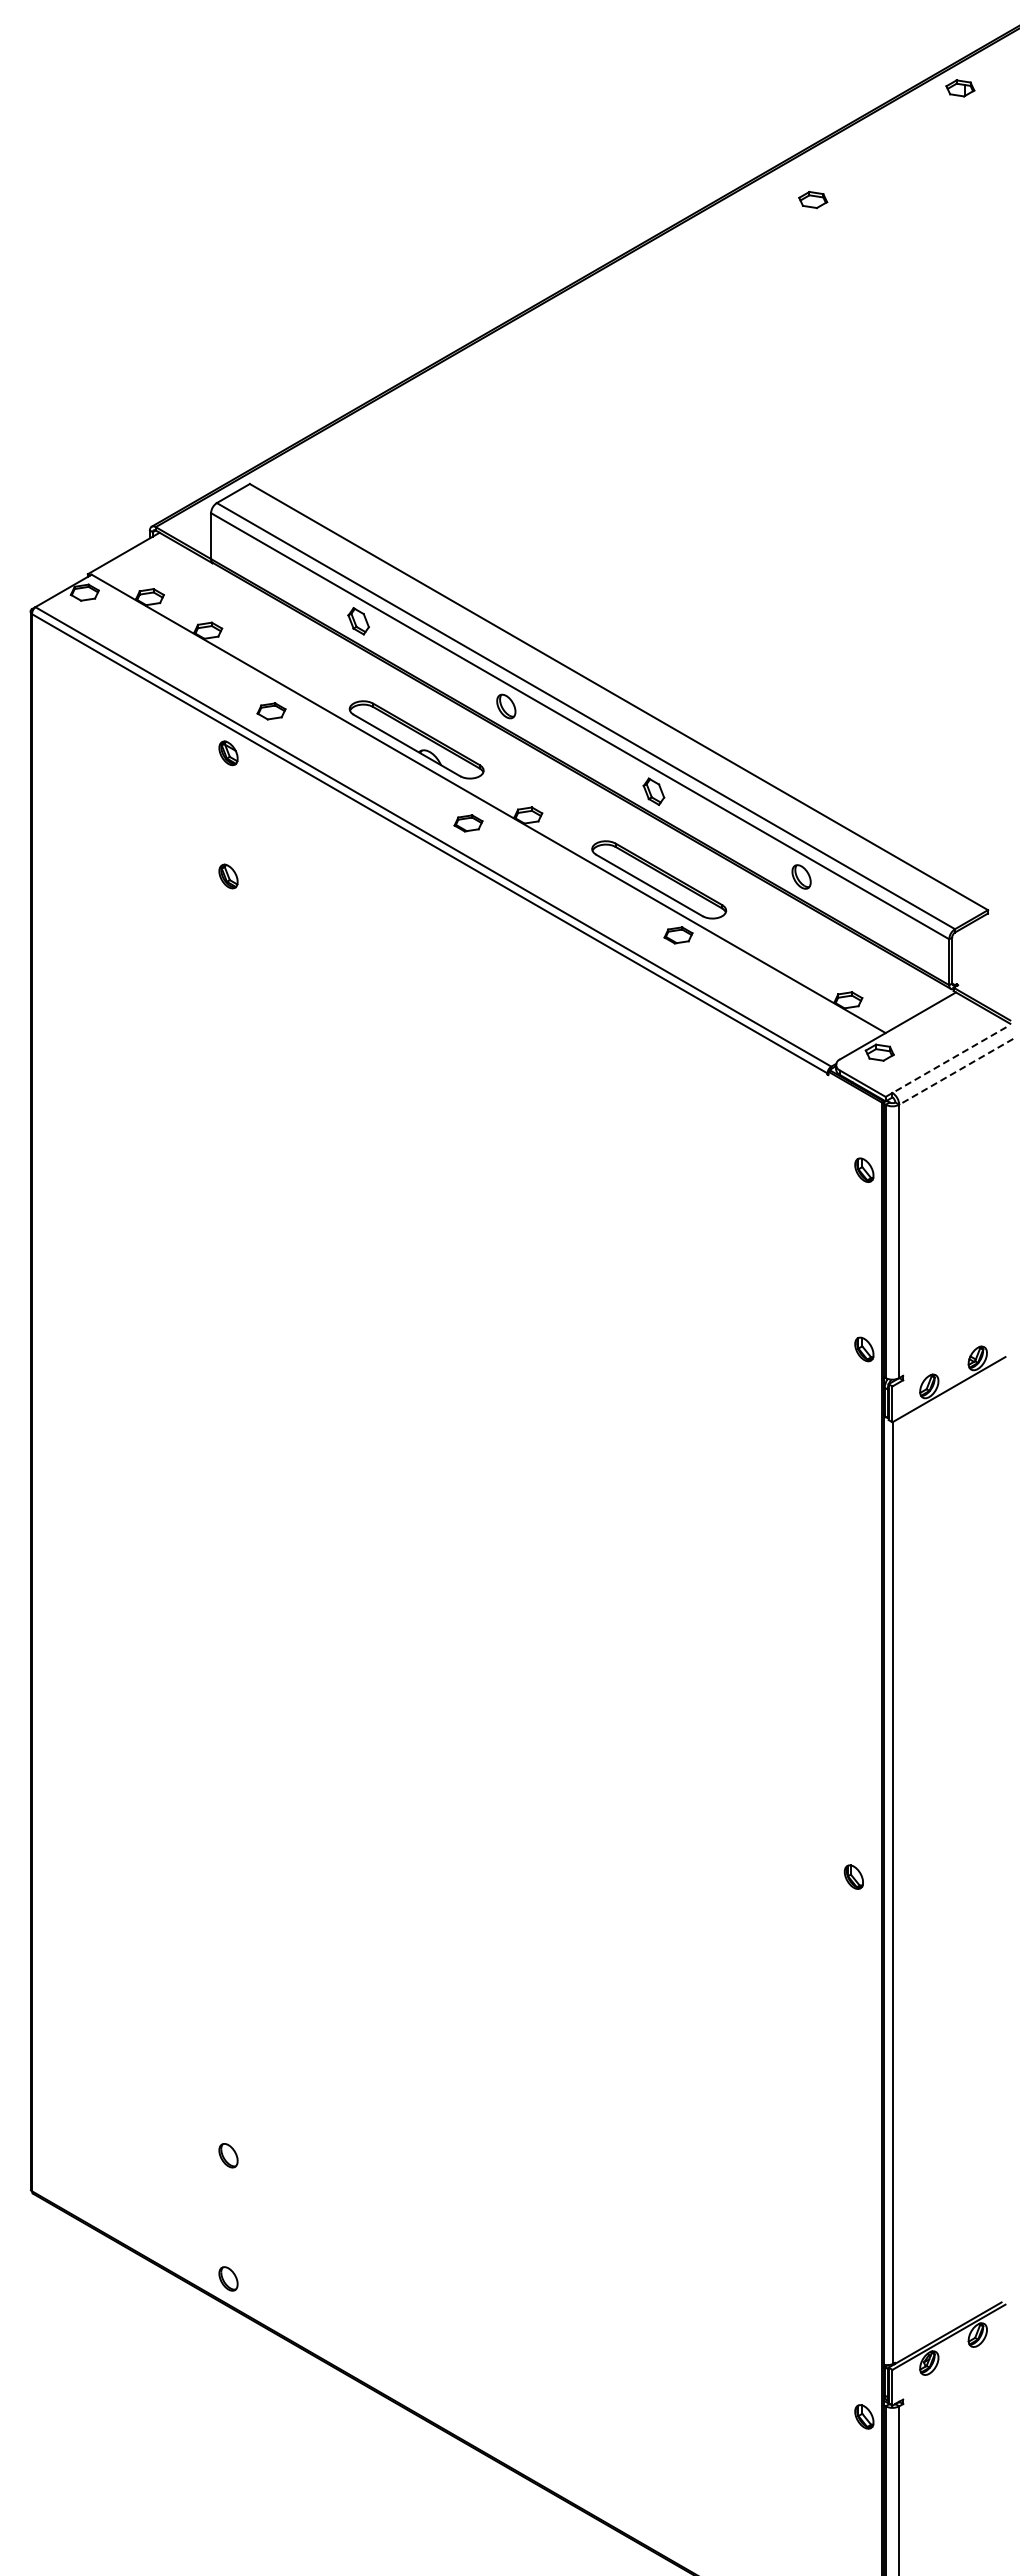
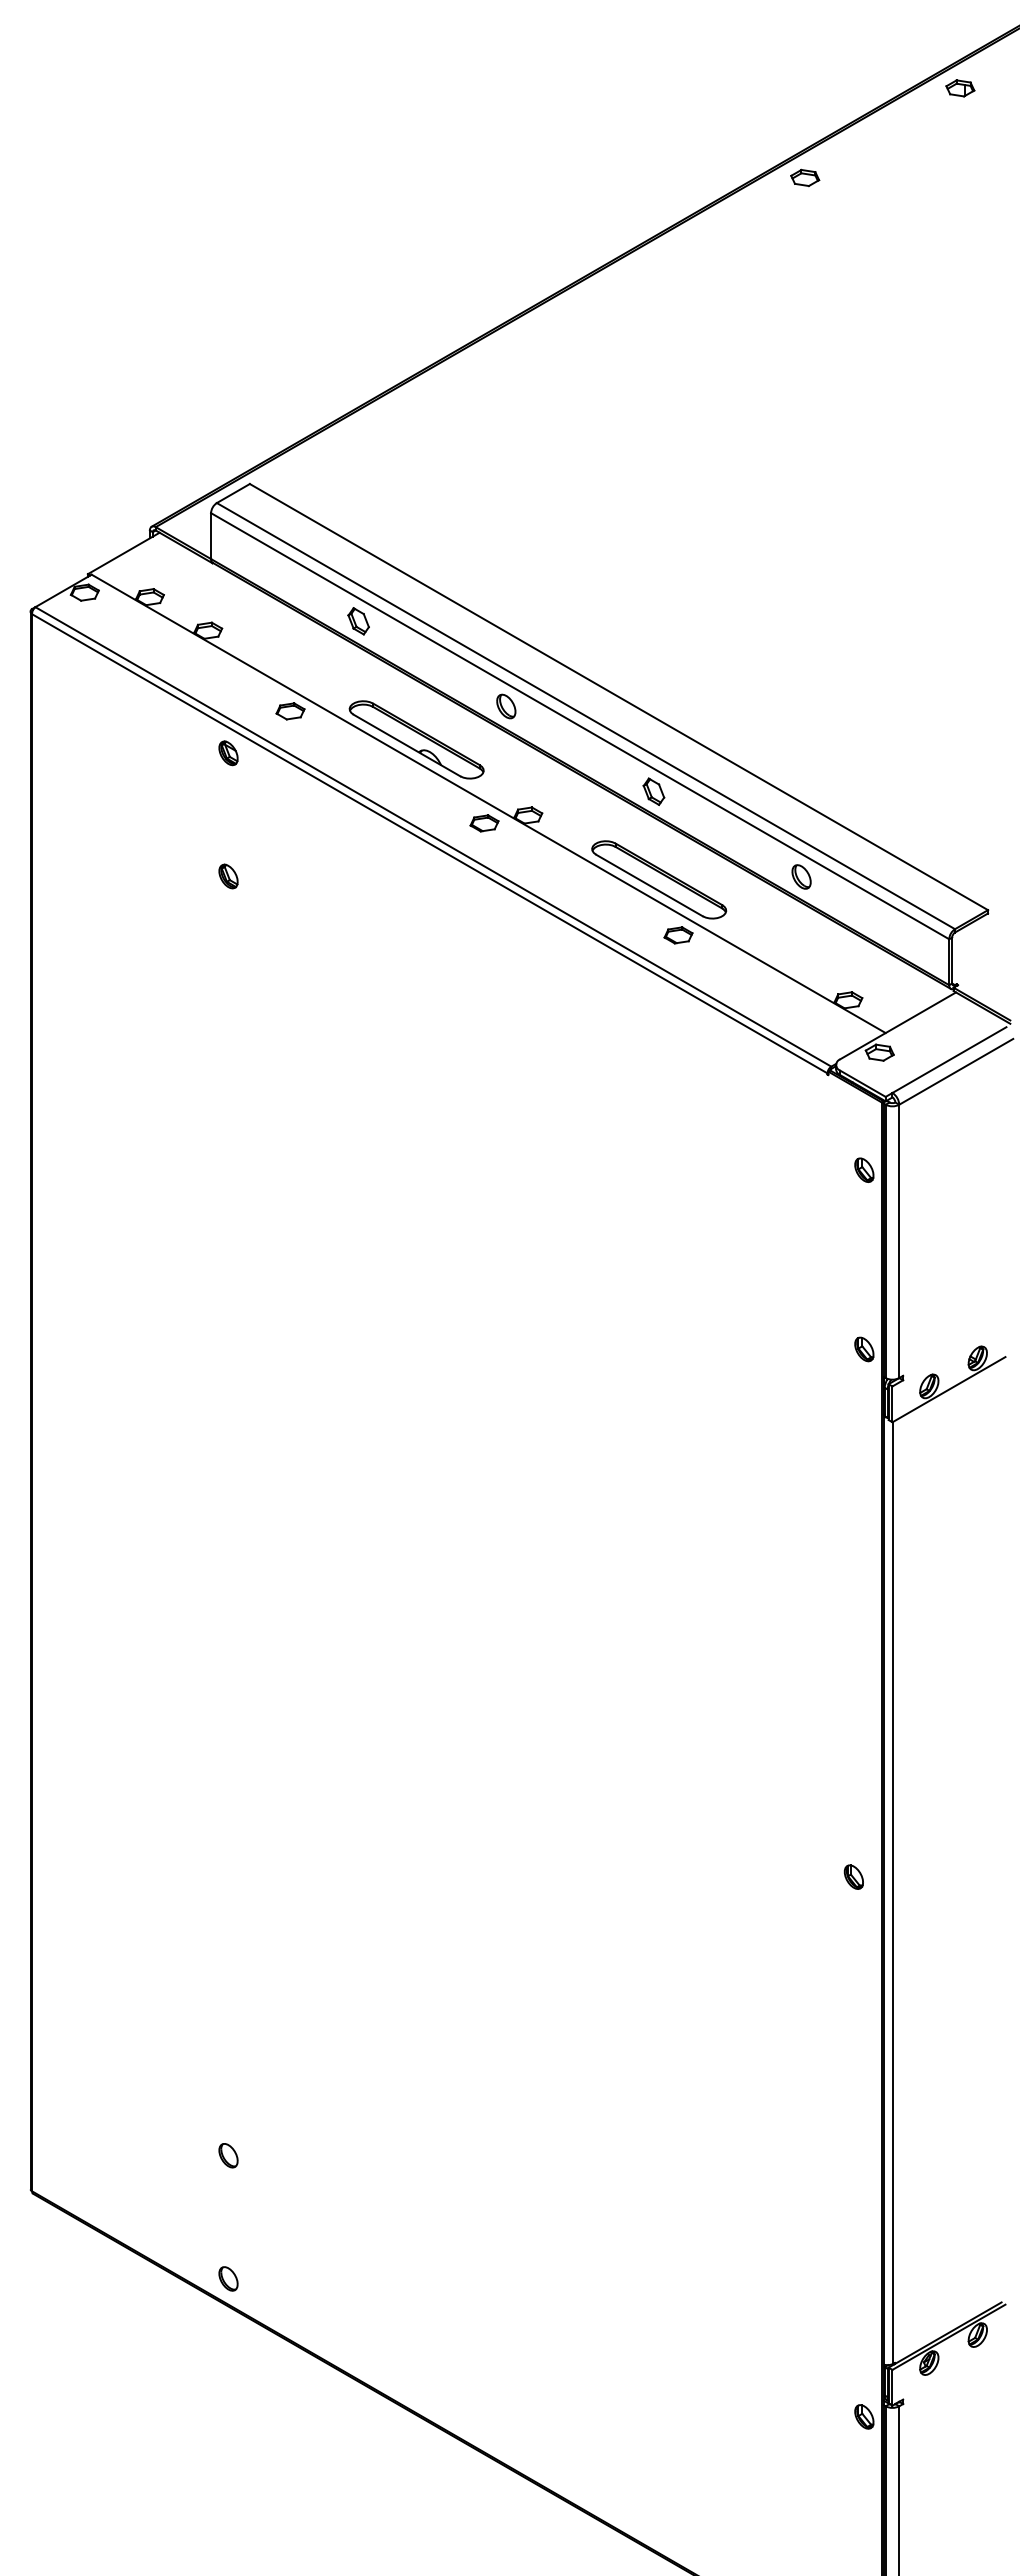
part at (813, 199) position: (813, 199) -> (805, 177)
part at (271, 711) position: (271, 711) -> (290, 711)
part at (468, 823) position: (468, 823) -> (484, 823)
line at (949, 1060): dashed -> solid
line at (956, 1071): dashed -> solid
